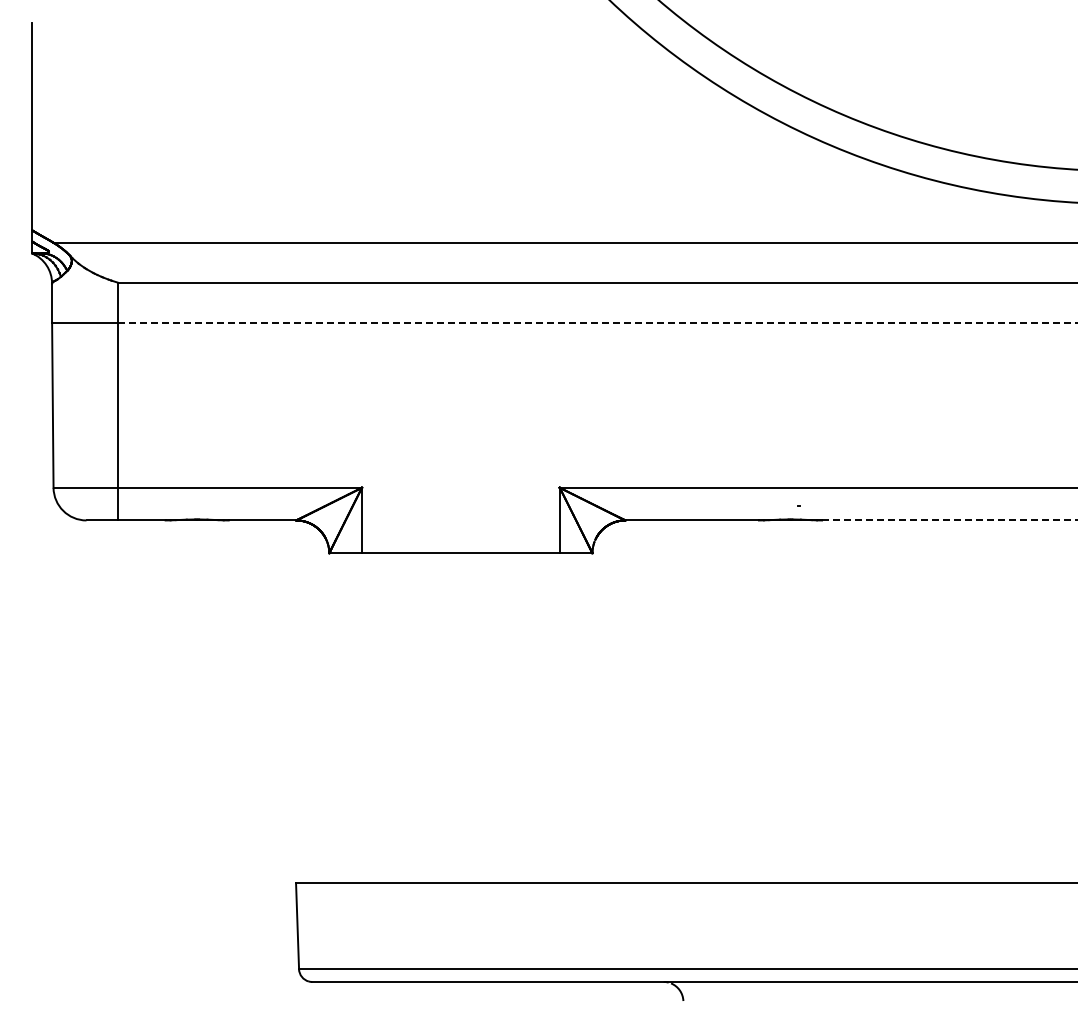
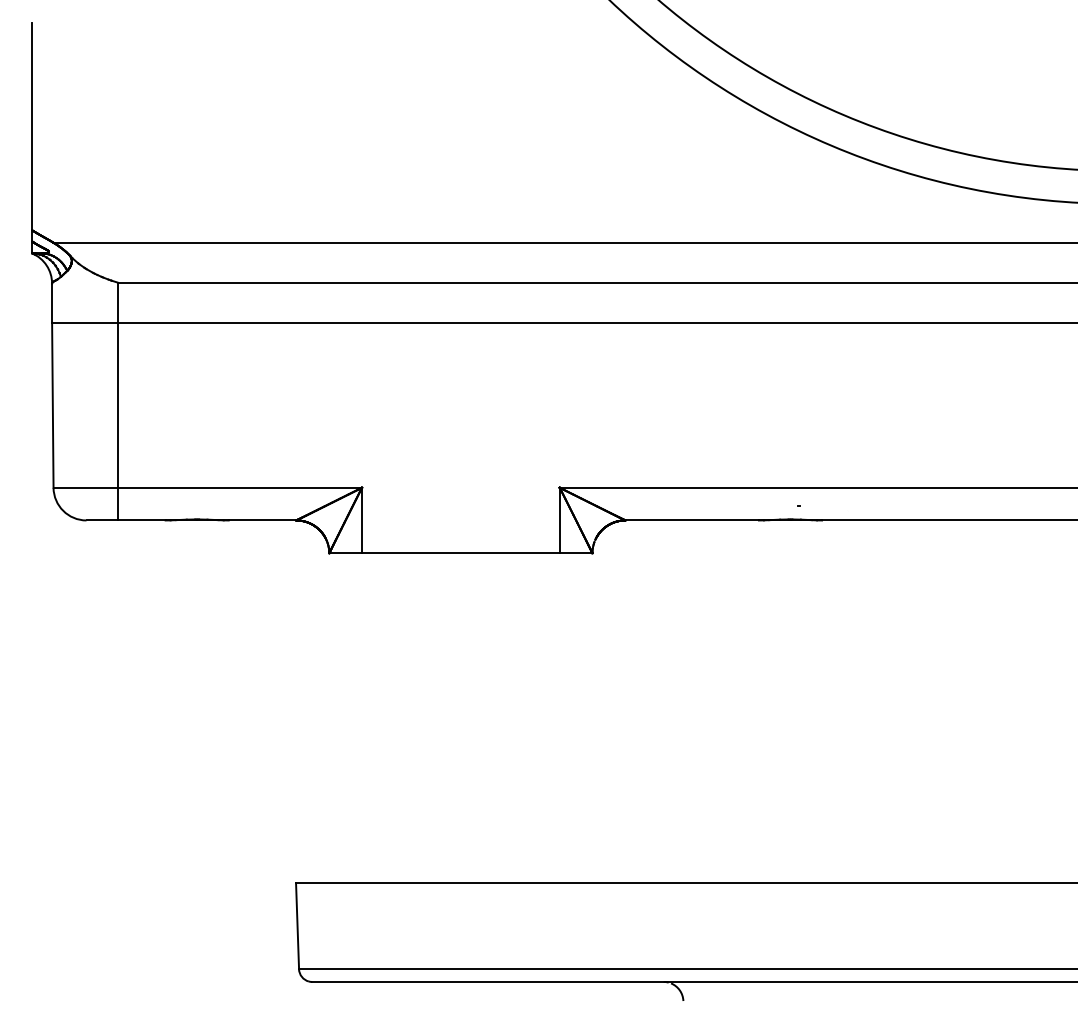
line at (597, 322): dashed -> solid
line at (949, 520): dashed -> solid
